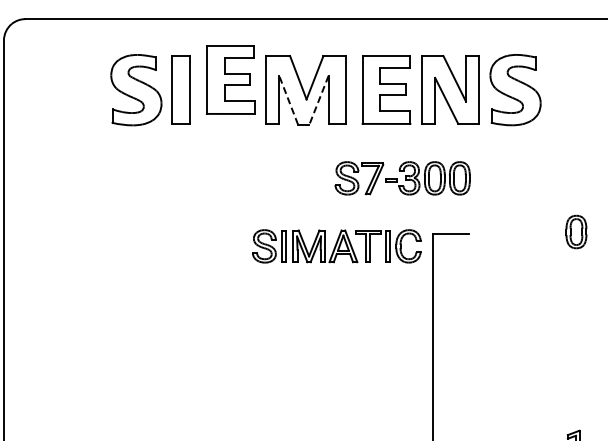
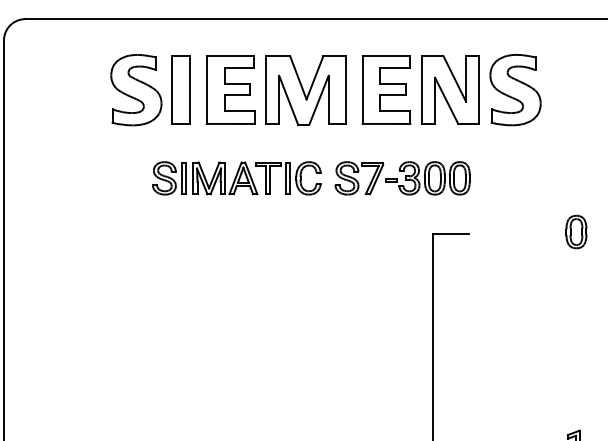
part at (230, 79) position: (230, 79) -> (230, 89)
line at (288, 99): dashed -> solid
line at (318, 100): dashed -> solid
part at (336, 246) position: (336, 246) -> (236, 178)
